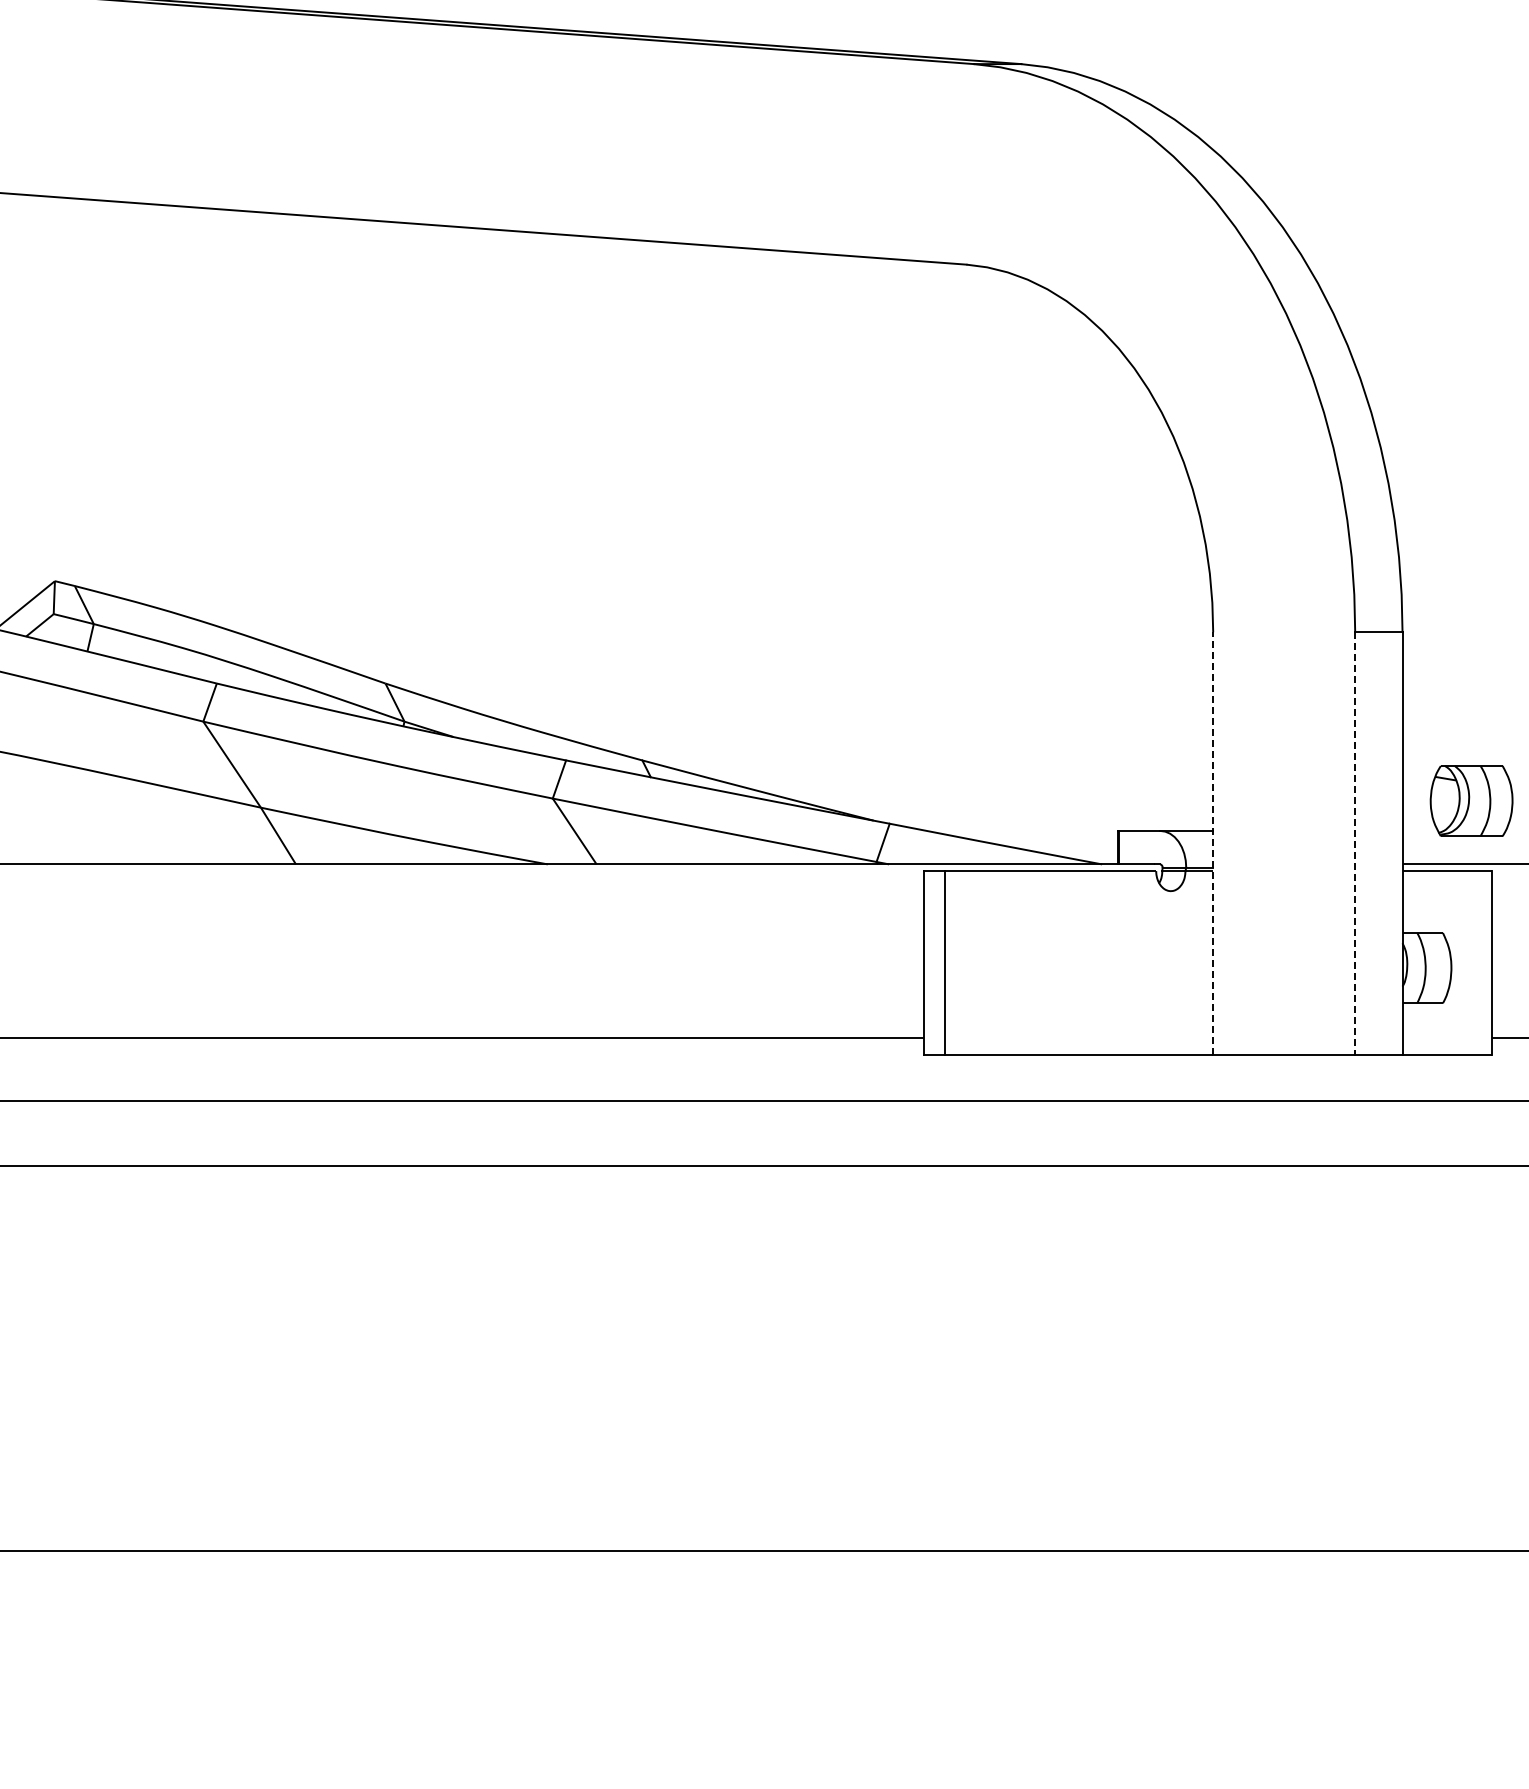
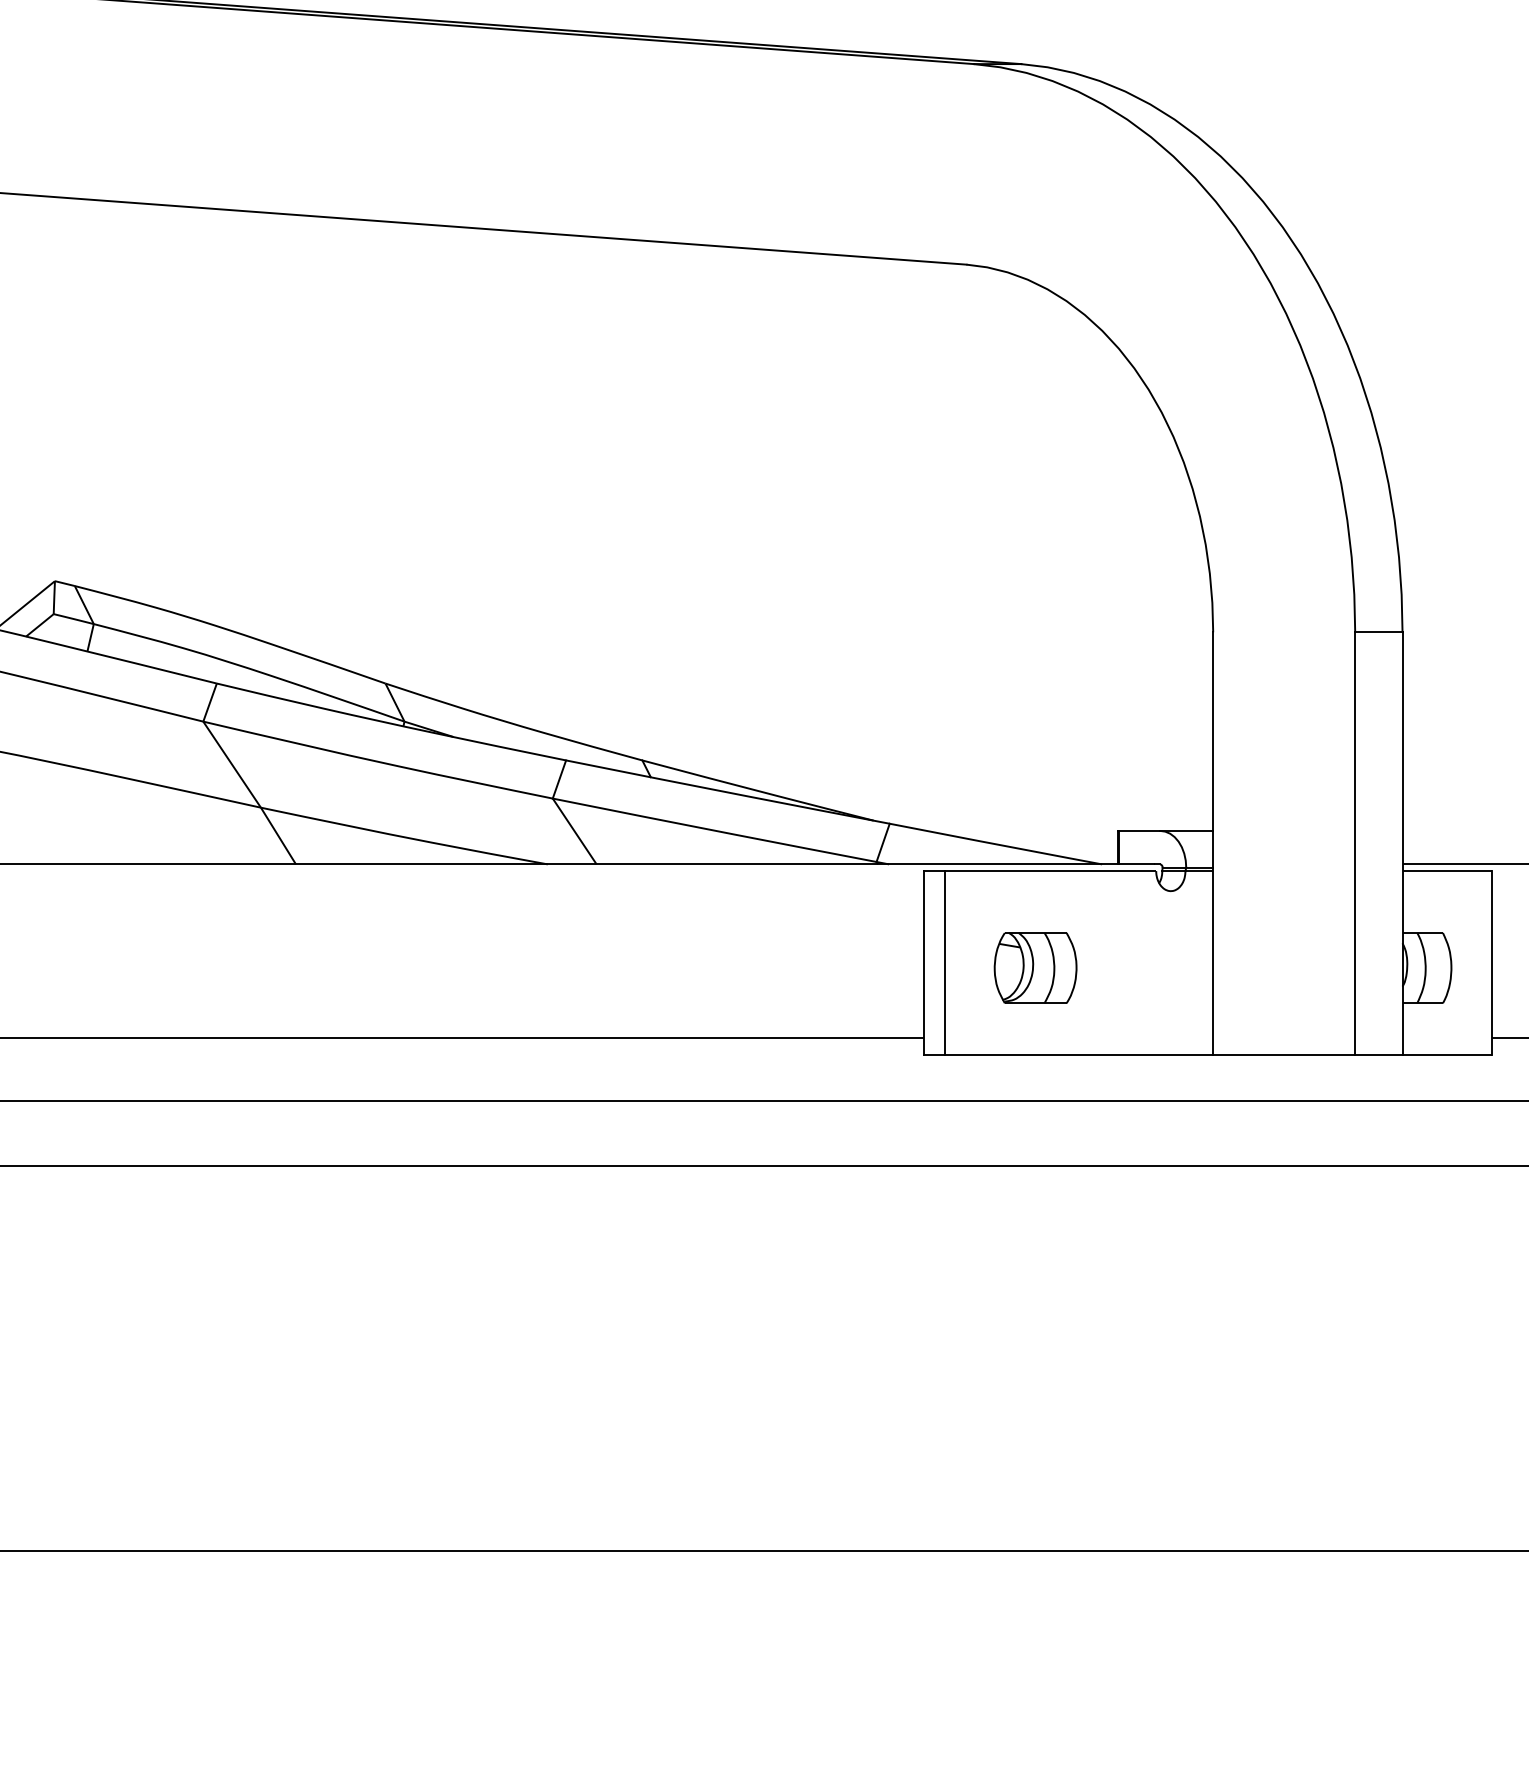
part at (1471, 800) position: (1471, 800) -> (1035, 967)
line at (1213, 843): dashed -> solid
line at (1355, 844): dashed -> solid
